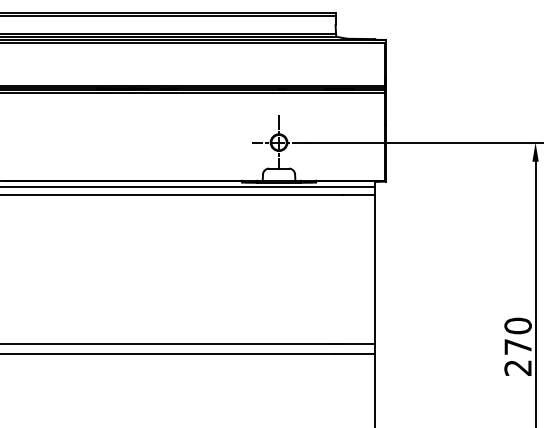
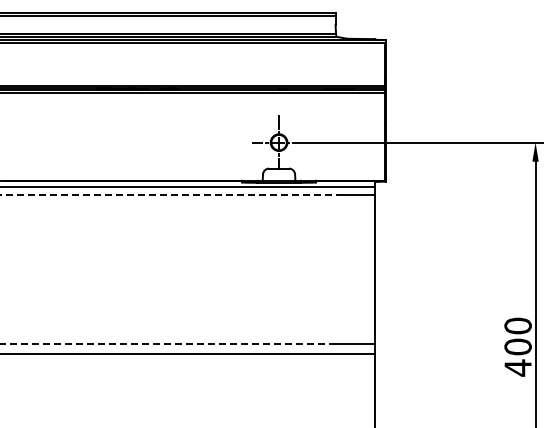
line at (171, 195): solid -> dashed
line at (167, 343): solid -> dashed
text at (517, 357): 270 -> 400
